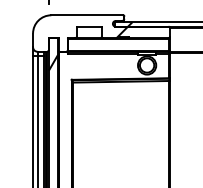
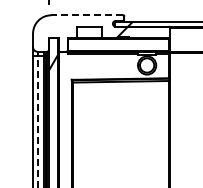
line at (87, 15): solid -> dashed
line at (37, 121): solid -> dashed
